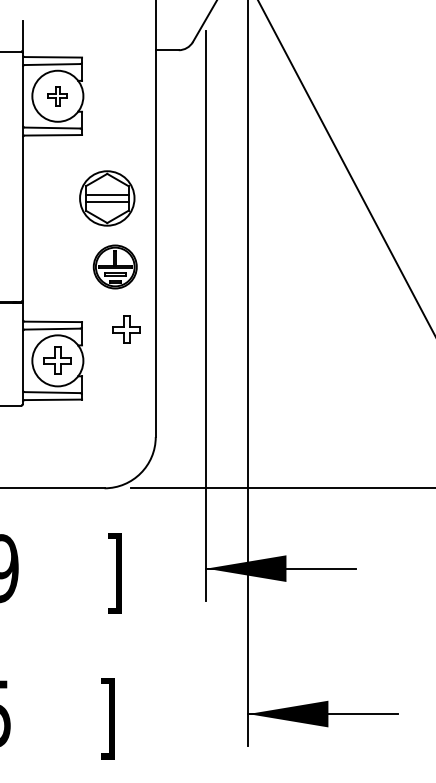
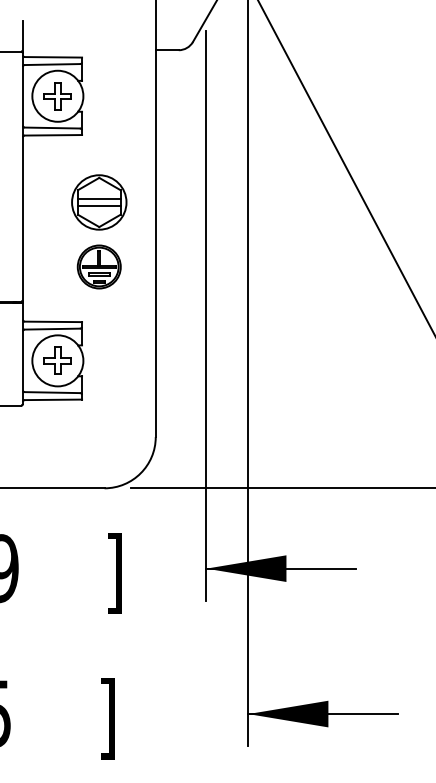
part at (57, 96) size: 21x21 px -> 29x29 px
part at (107, 198) position: (107, 198) -> (99, 202)
part at (114, 266) position: (114, 266) -> (98, 266)
part at (126, 329): present -> none
